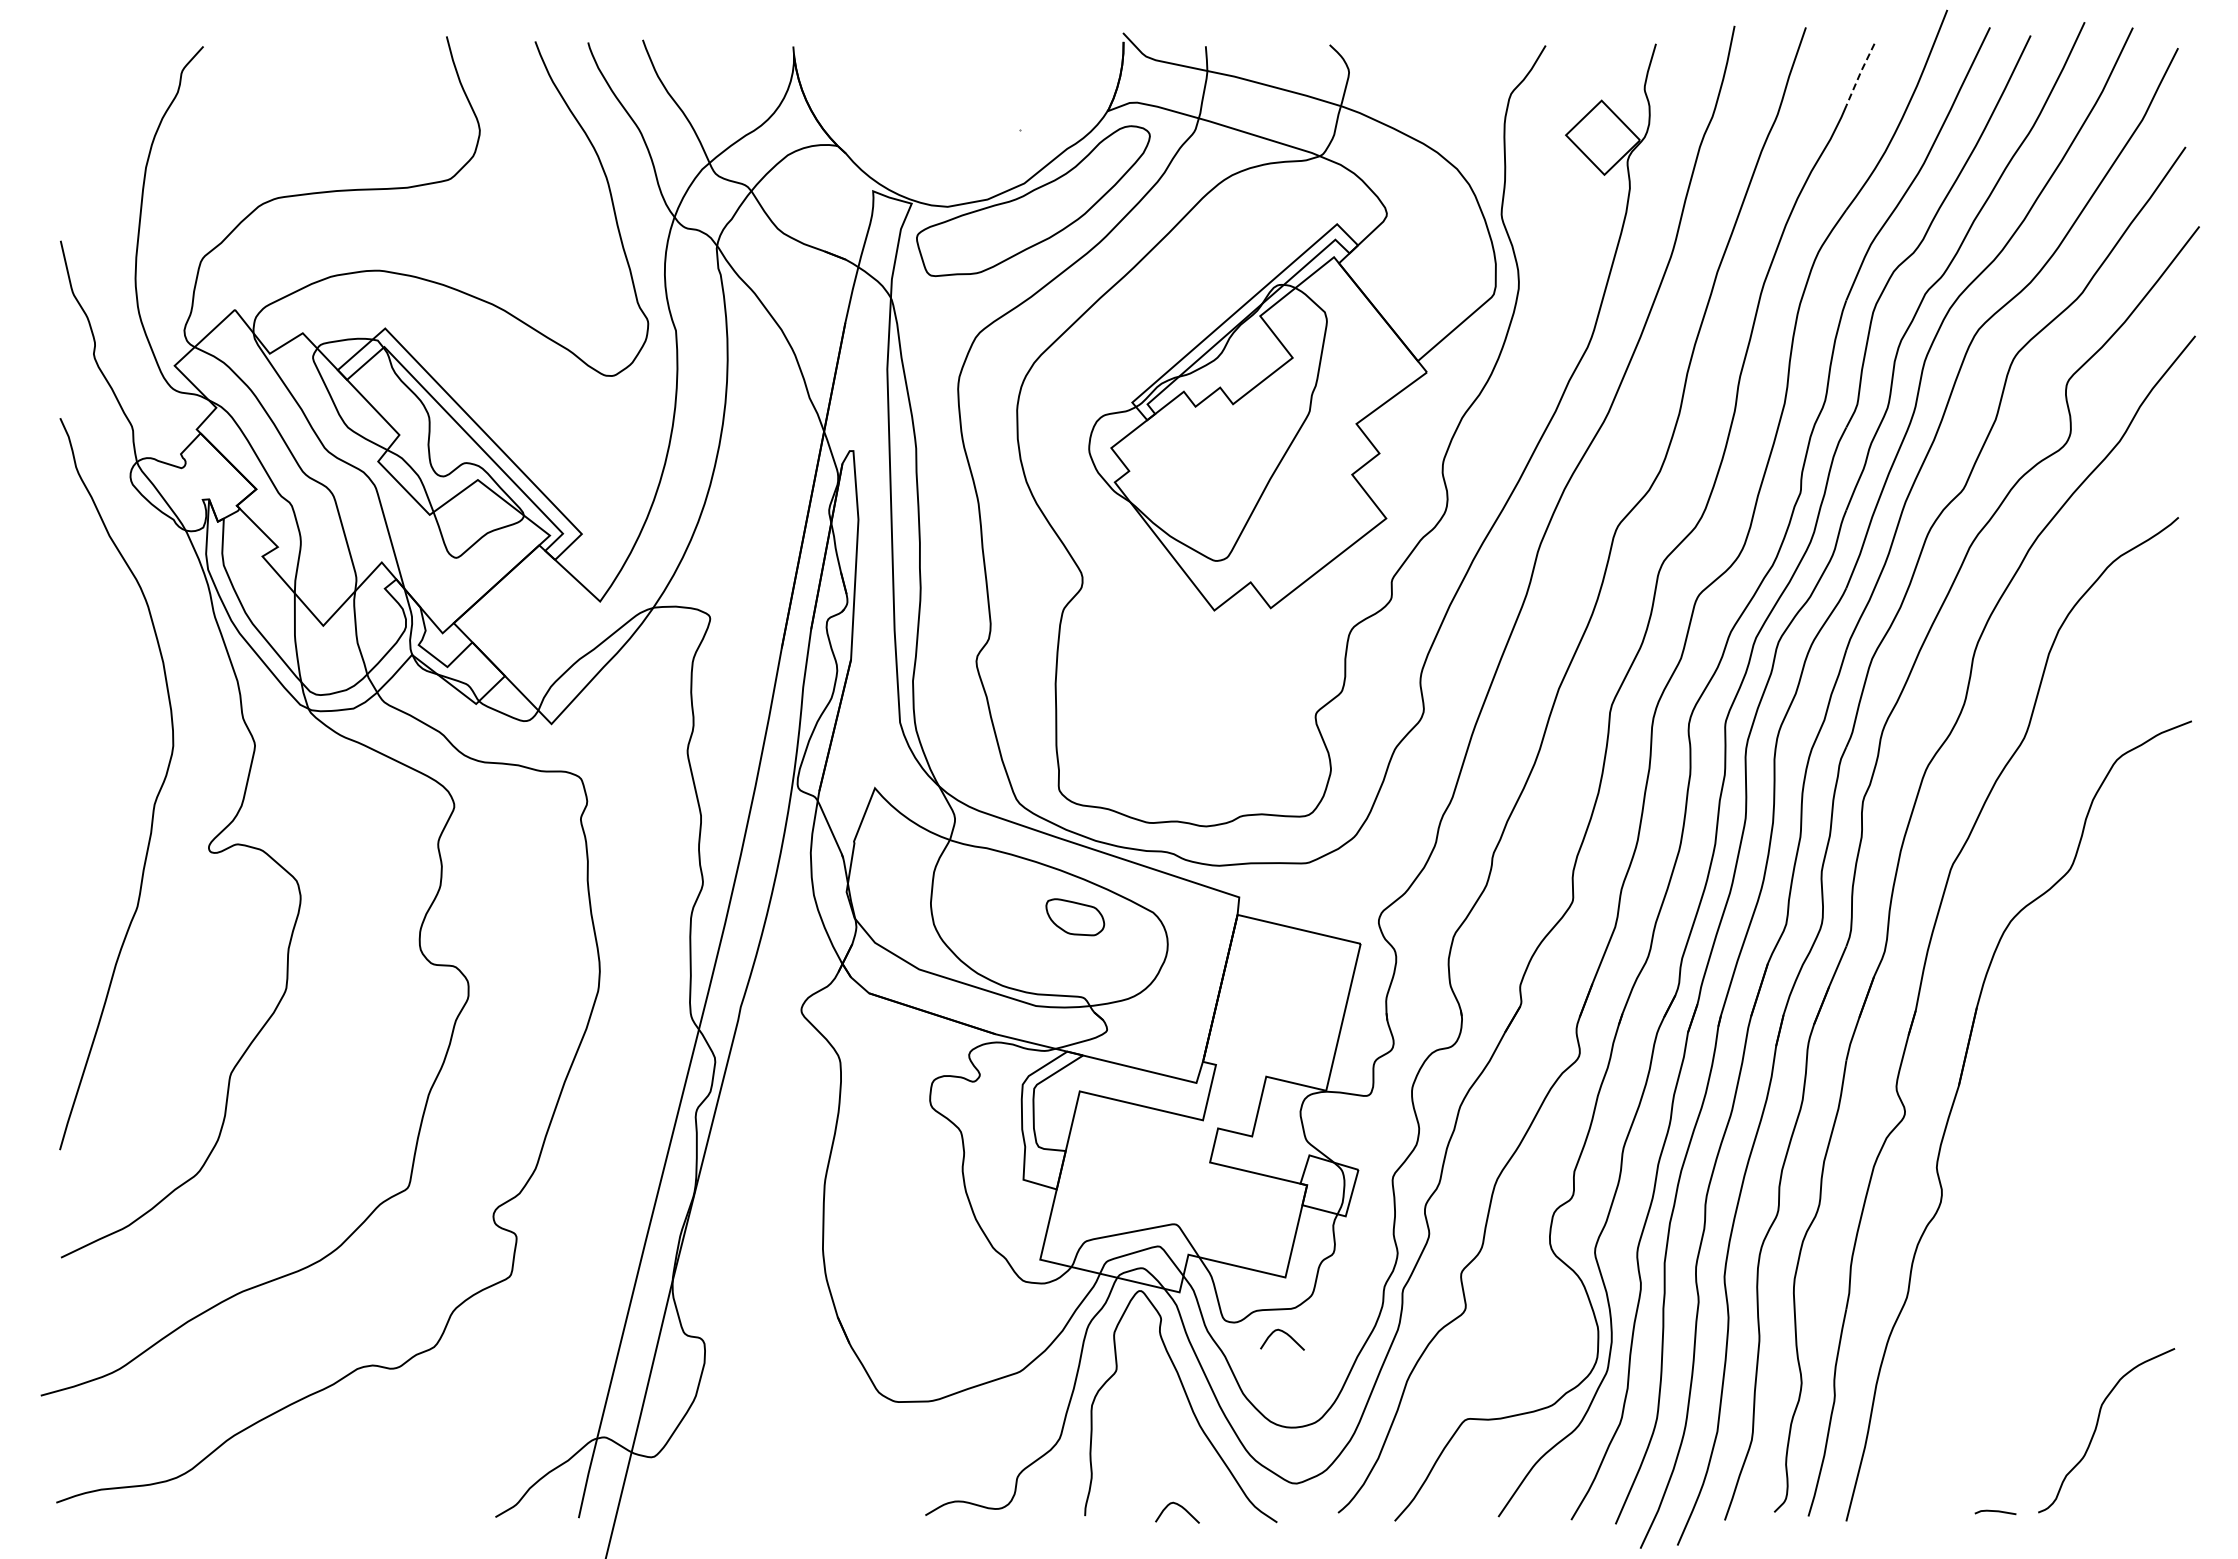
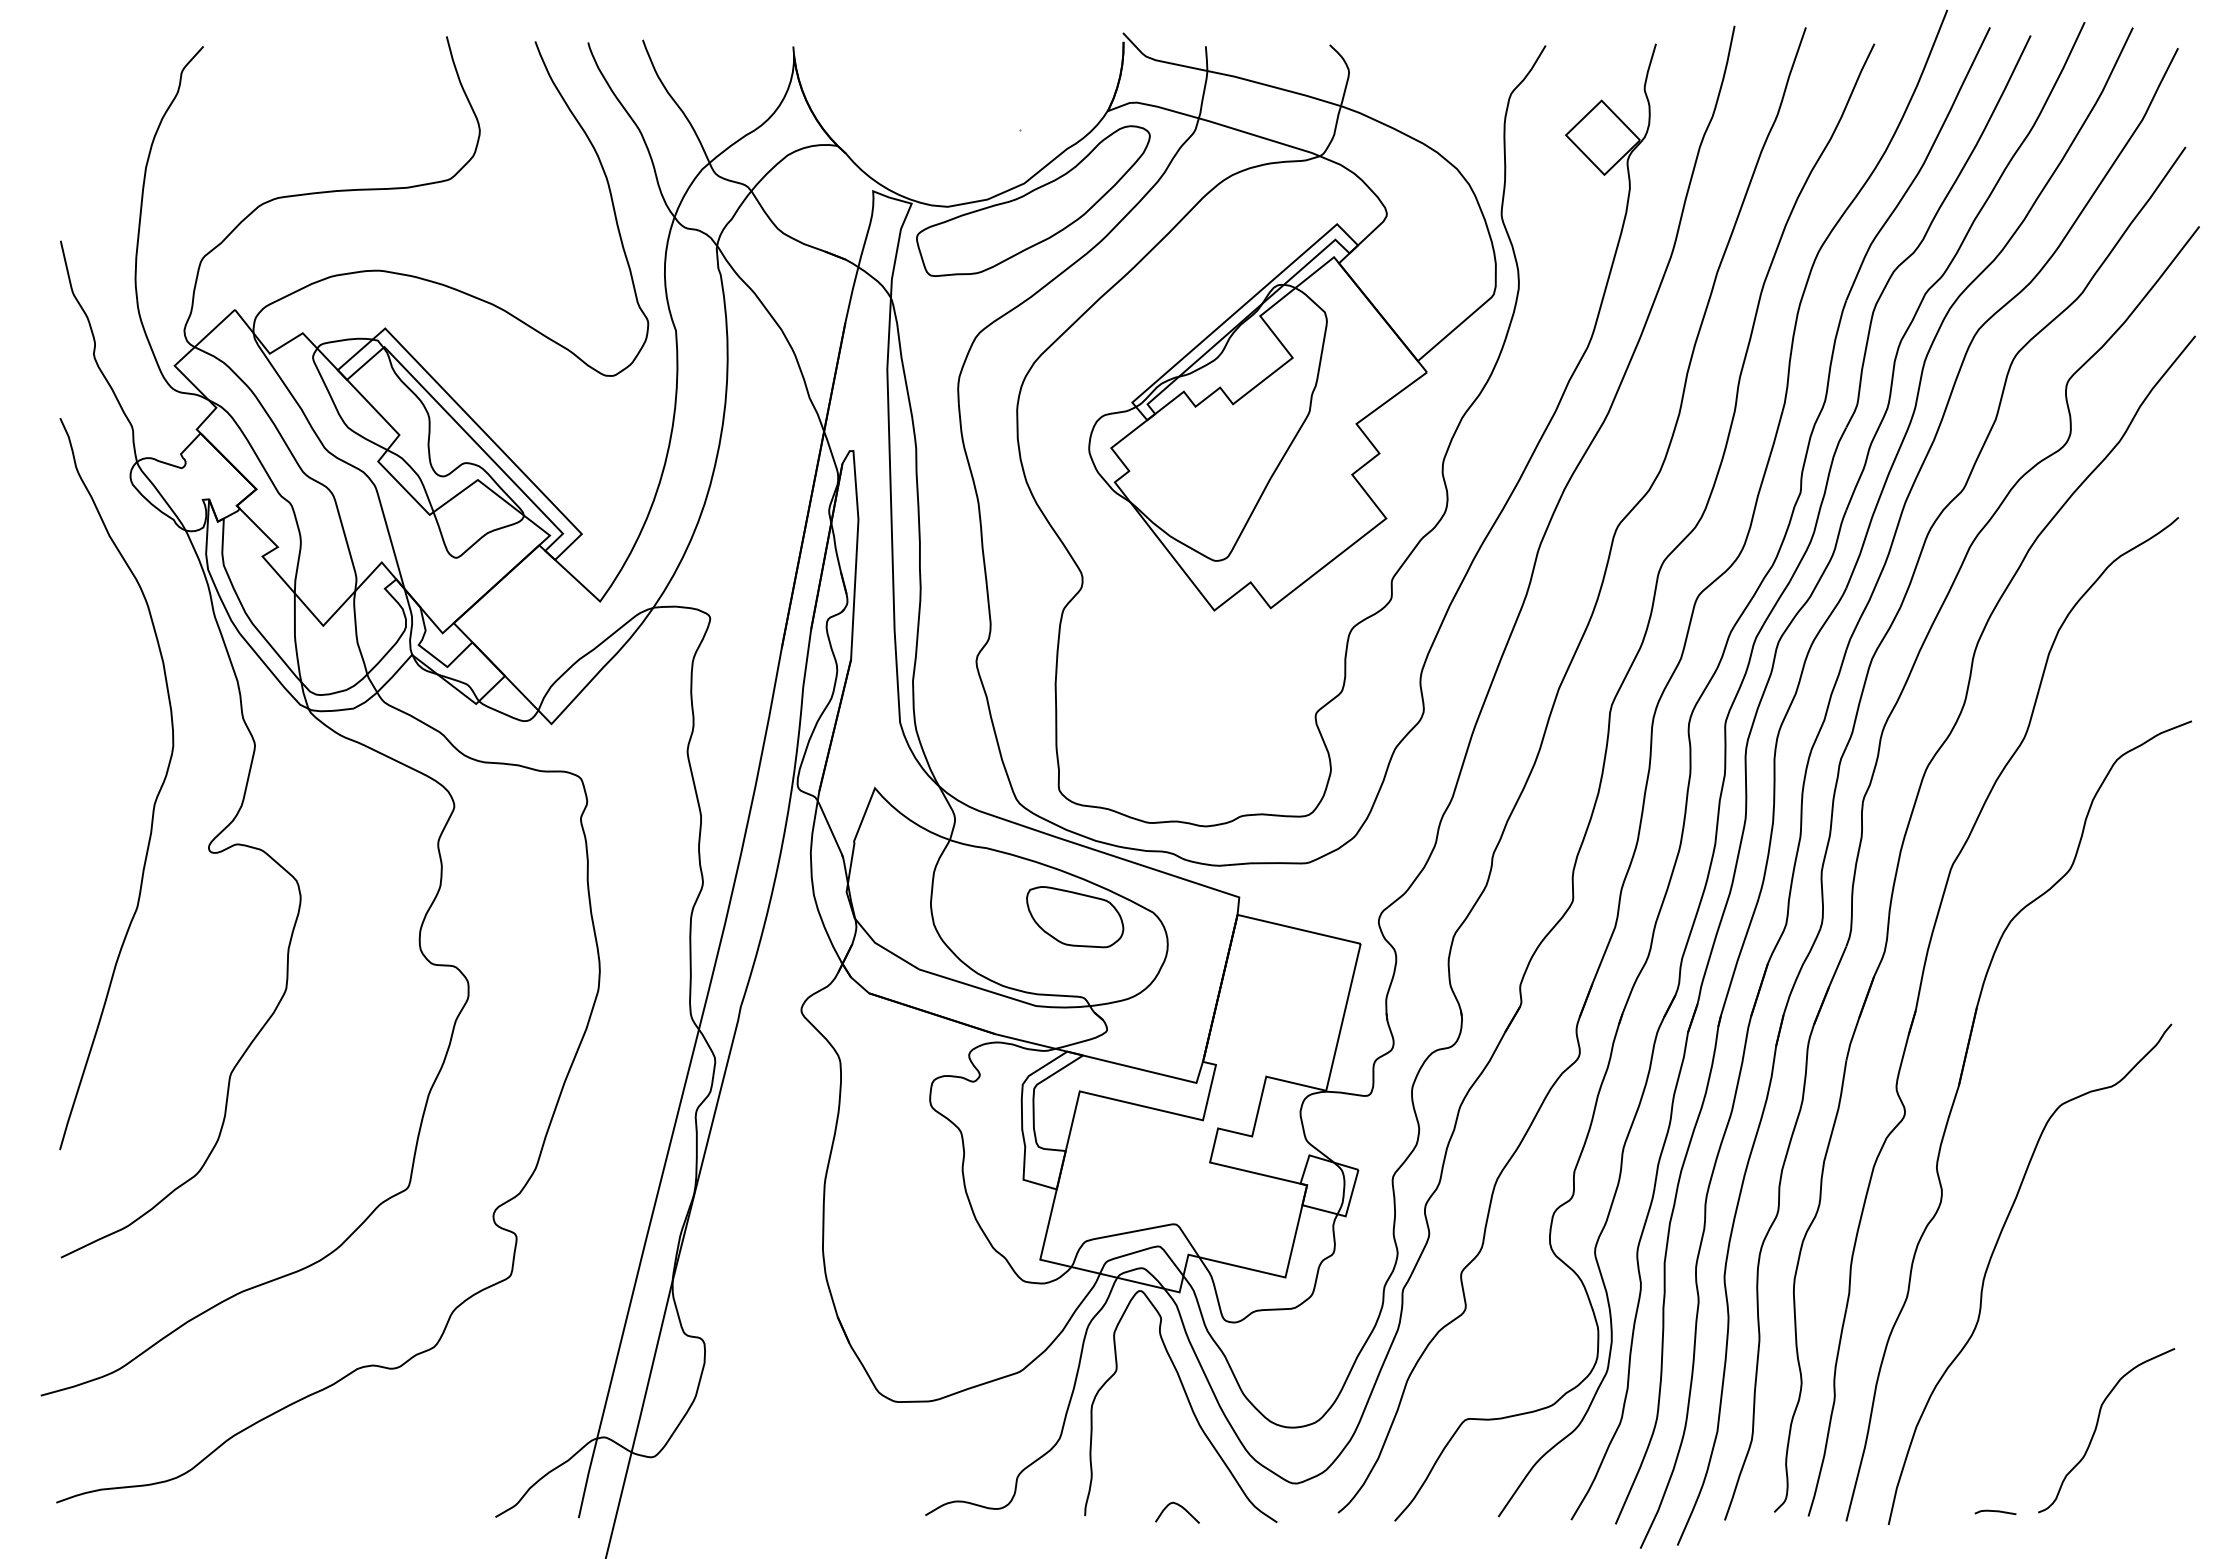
line at (1860, 73): dashed -> solid
part at (1075, 917) size: 61x39 px -> 99x63 px
curve at (1990, 1262): none -> present
curve at (1285, 1334): present -> none
